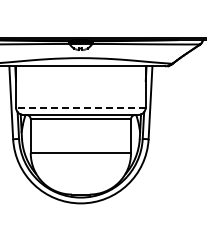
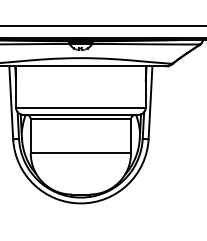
line at (102, 26): none -> present
line at (80, 107): dashed -> solid
